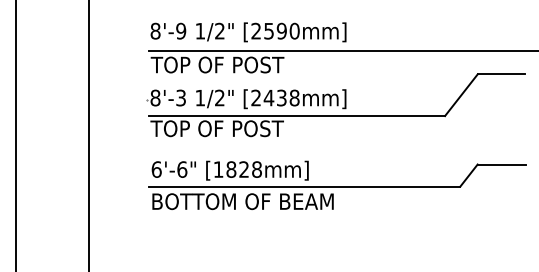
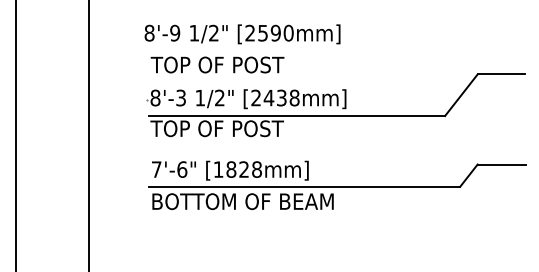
text at (248, 32) position: (248, 32) -> (242, 34)
line at (342, 51): present -> none
text at (156, 169): 6'-6" -> 7'-6"
